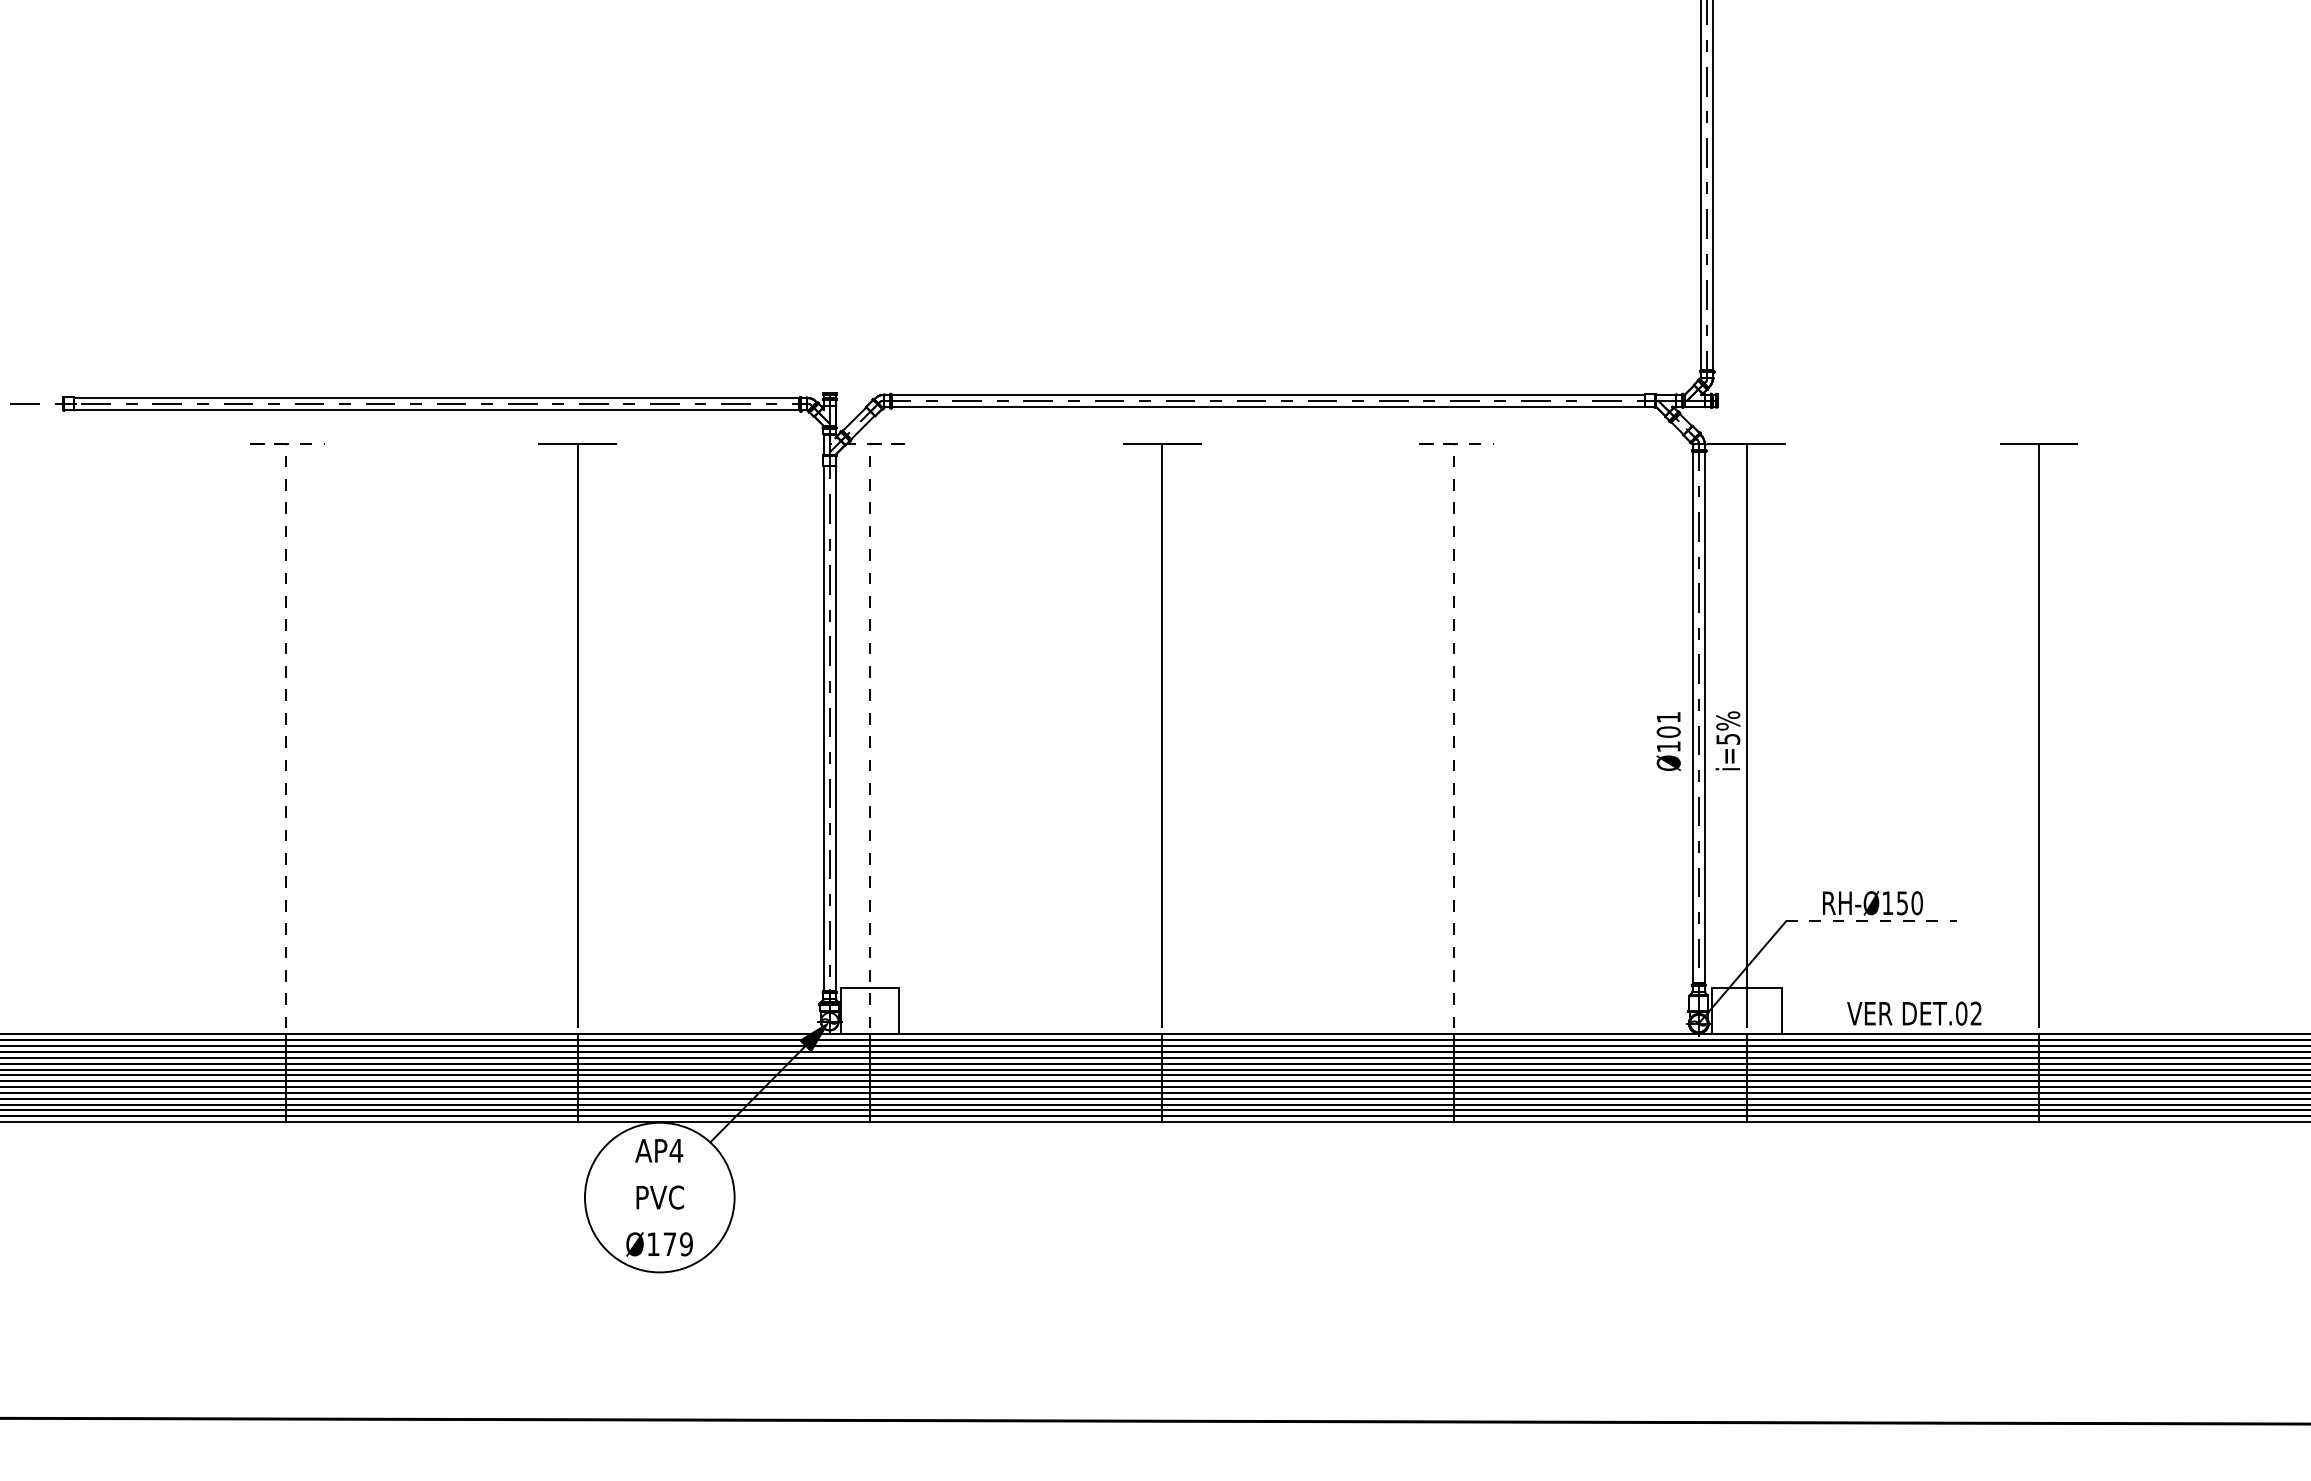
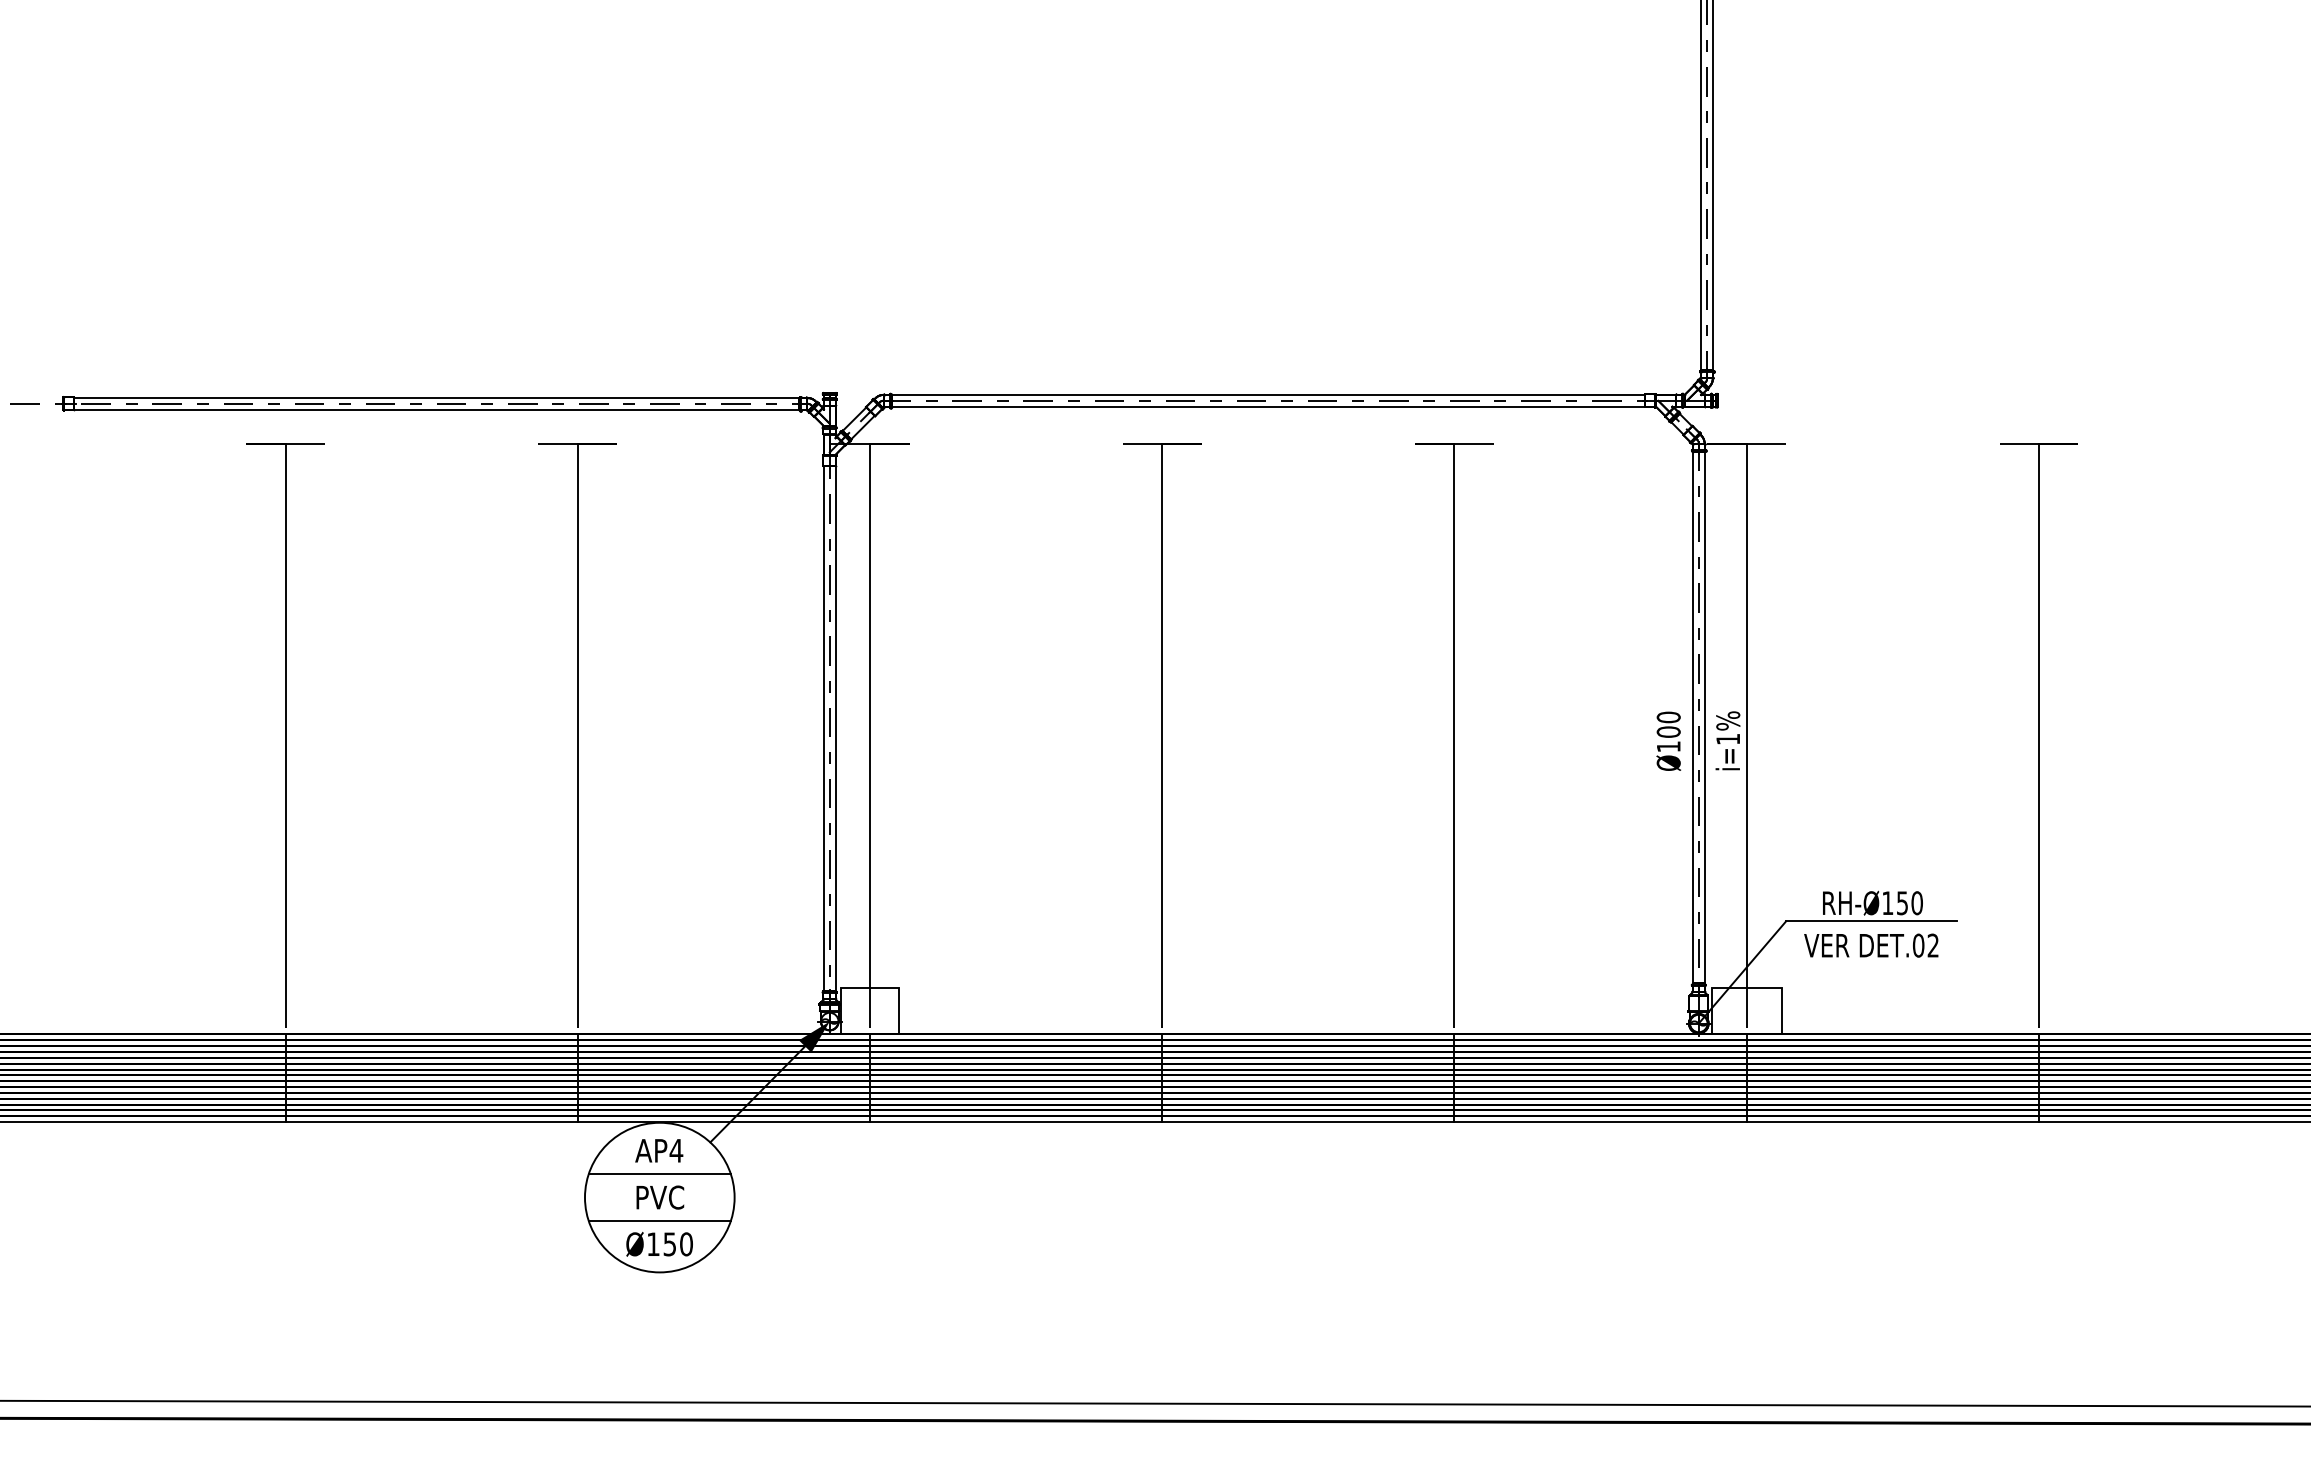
line at (285, 675): dashed -> solid
line at (869, 675): dashed -> solid
line at (1454, 675): dashed -> solid
text at (1668, 717): Ø101 -> Ø100
text at (1728, 739): i=5% -> i=1%
line at (1871, 921): dashed -> solid
text at (1914, 1013) position: (1914, 1013) -> (1871, 945)
line at (659, 1174): none -> present
line at (659, 1220): none -> present
text at (677, 1244): Ø179 -> Ø150
line at (1154, 1403): none -> present
